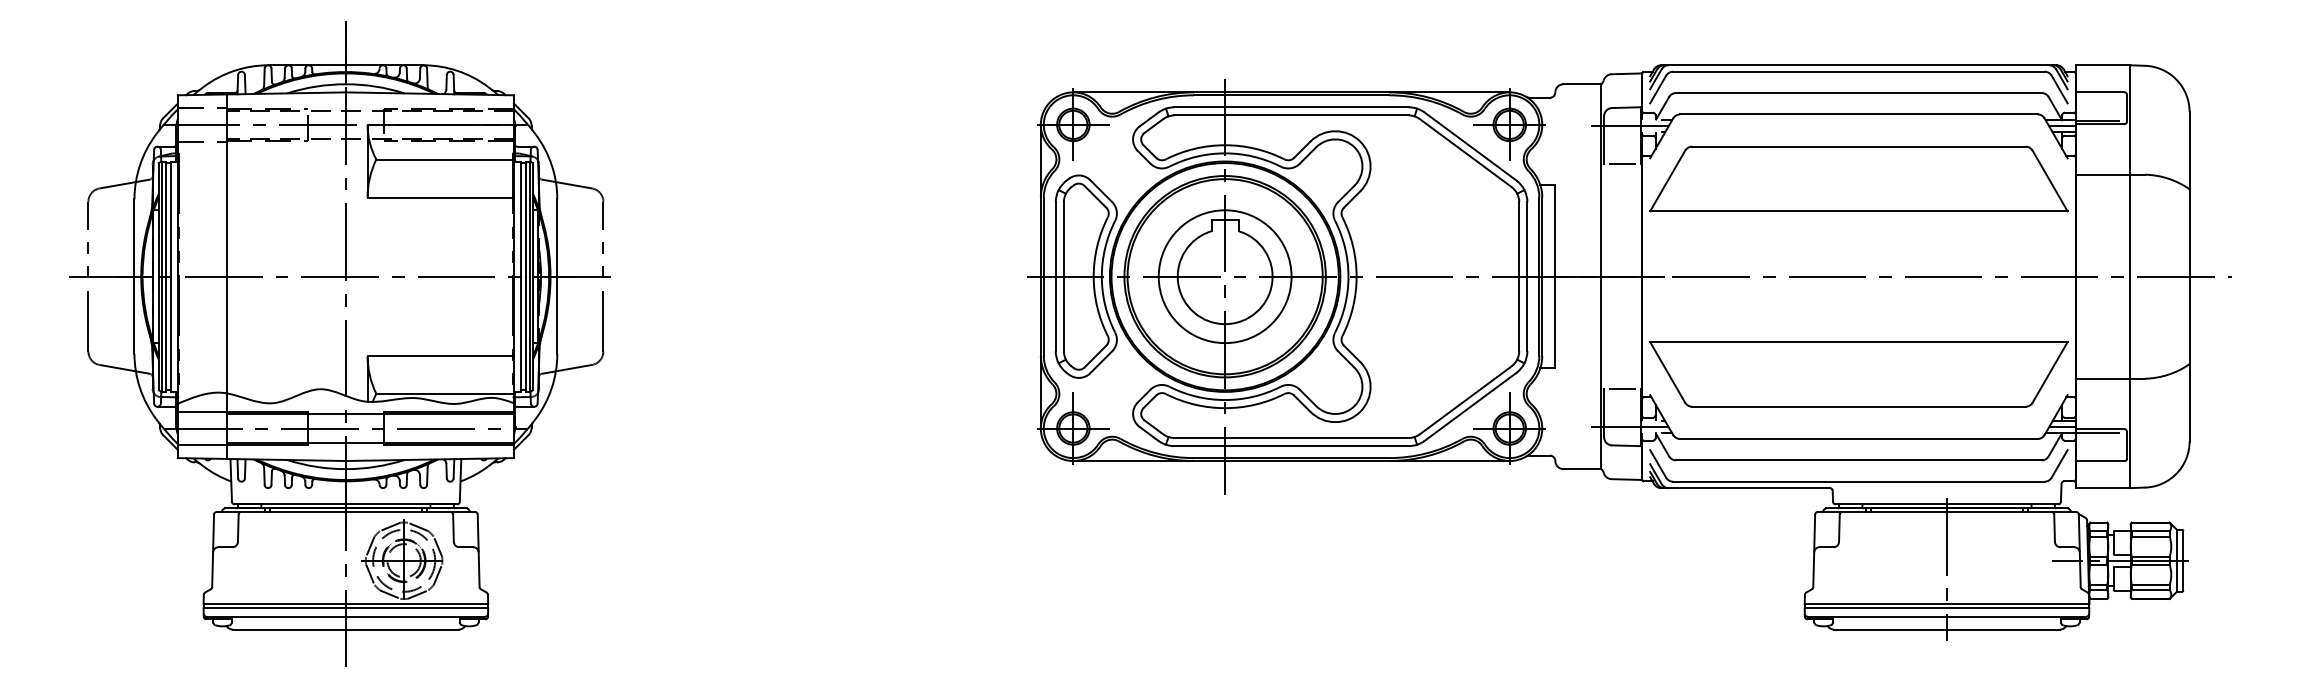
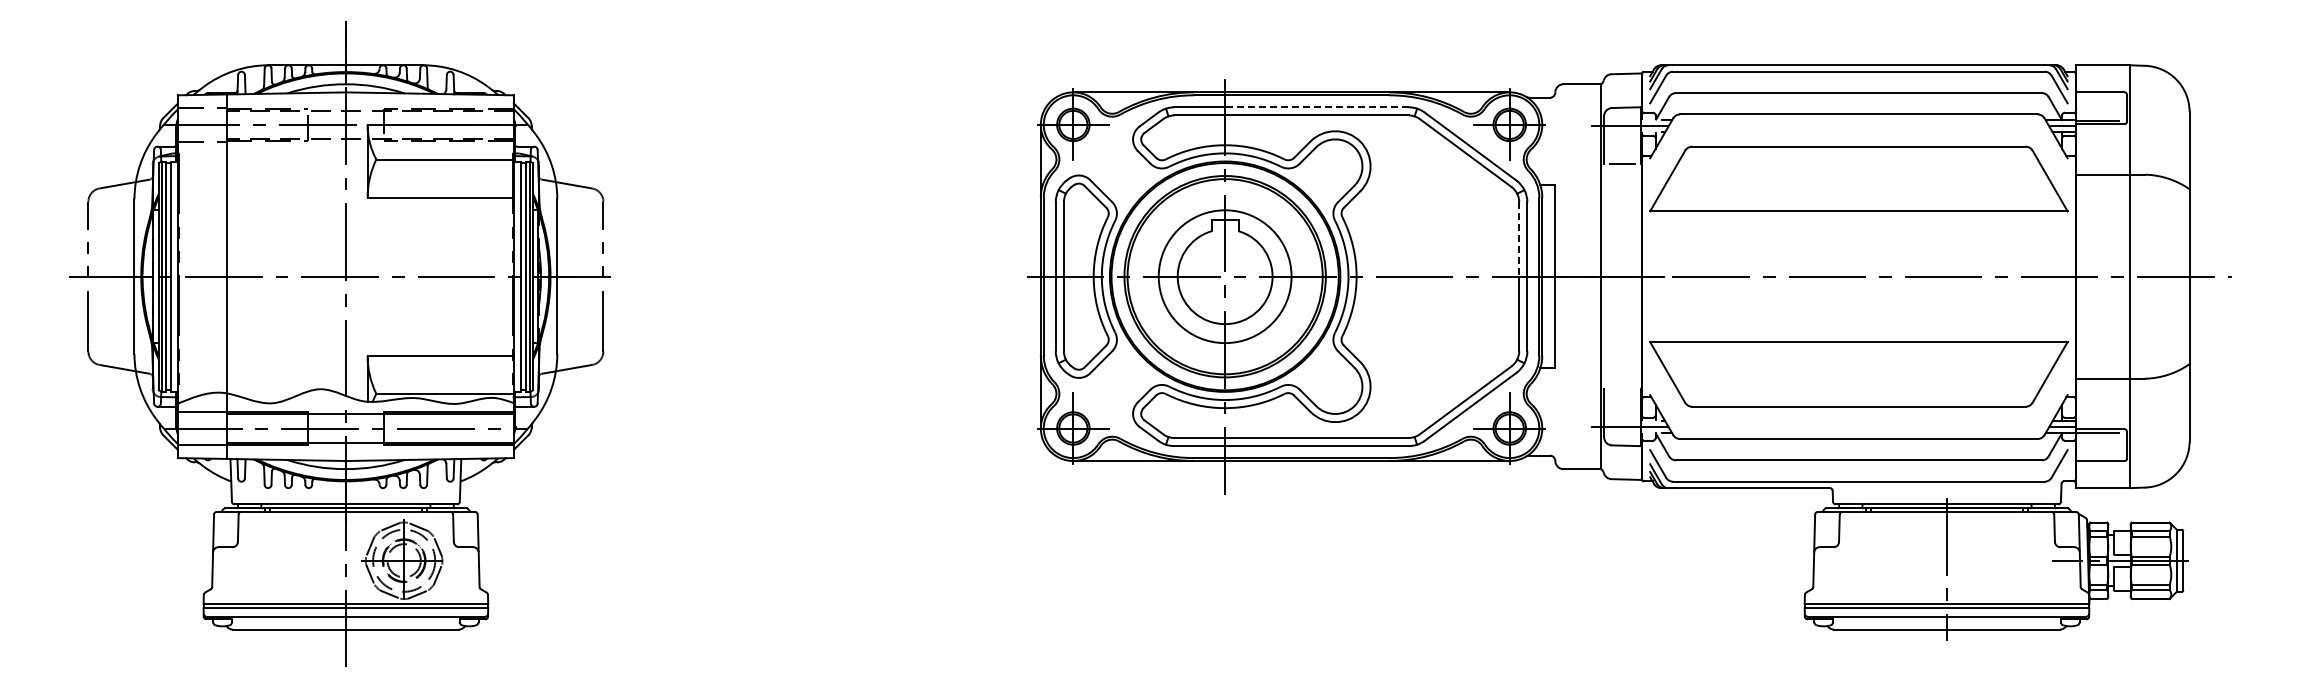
line at (1316, 107): solid -> dashed
line at (1519, 239): solid -> dashed
line at (1622, 389): present -> none
